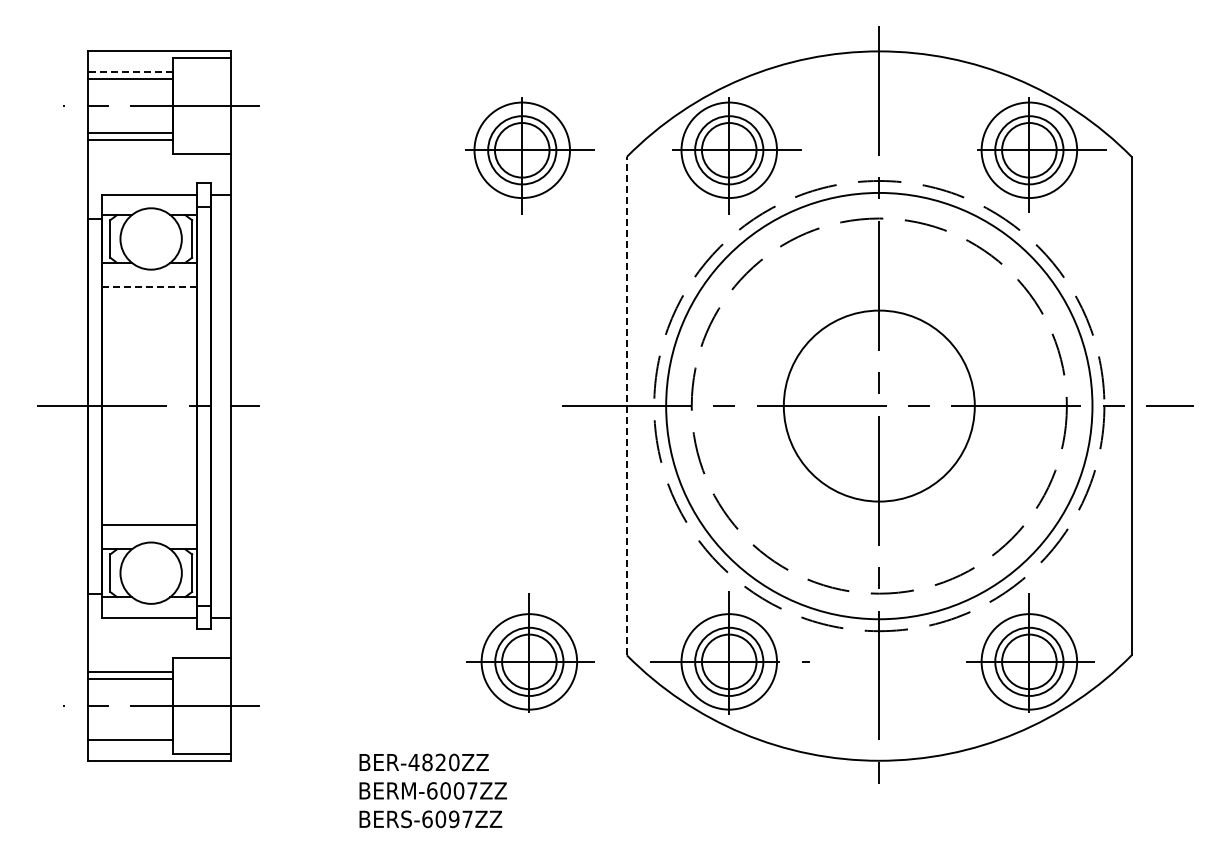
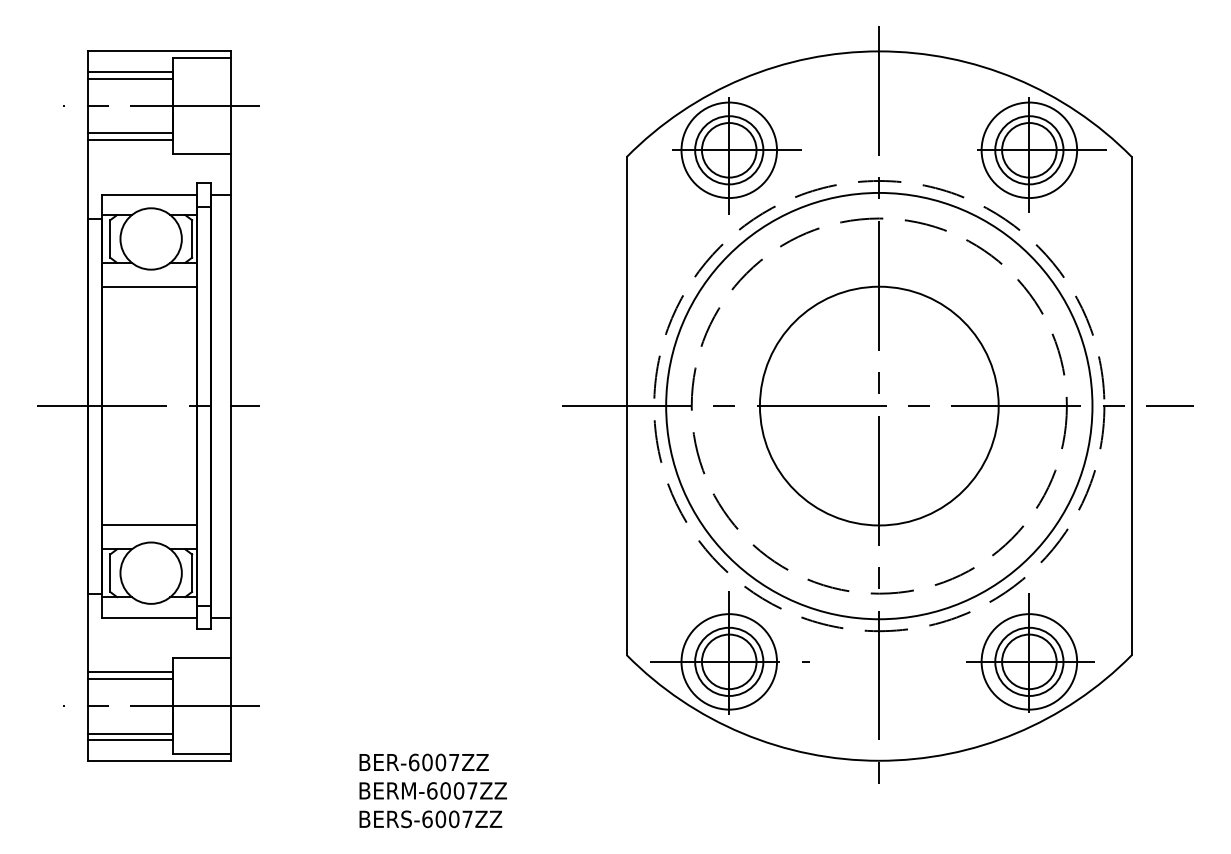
line at (129, 71): dashed -> solid
part at (529, 155): present -> none
line at (149, 286): dashed -> solid
line at (626, 405): dashed -> solid
circle at (878, 405) diameter: 191 px -> 239 px
part at (530, 652): present -> none
line at (130, 733): none -> present
text at (433, 762): BER-4820ZZ -> BER-6007ZZ
text at (454, 819): BERS-6097ZZ -> BERS-6007ZZ
